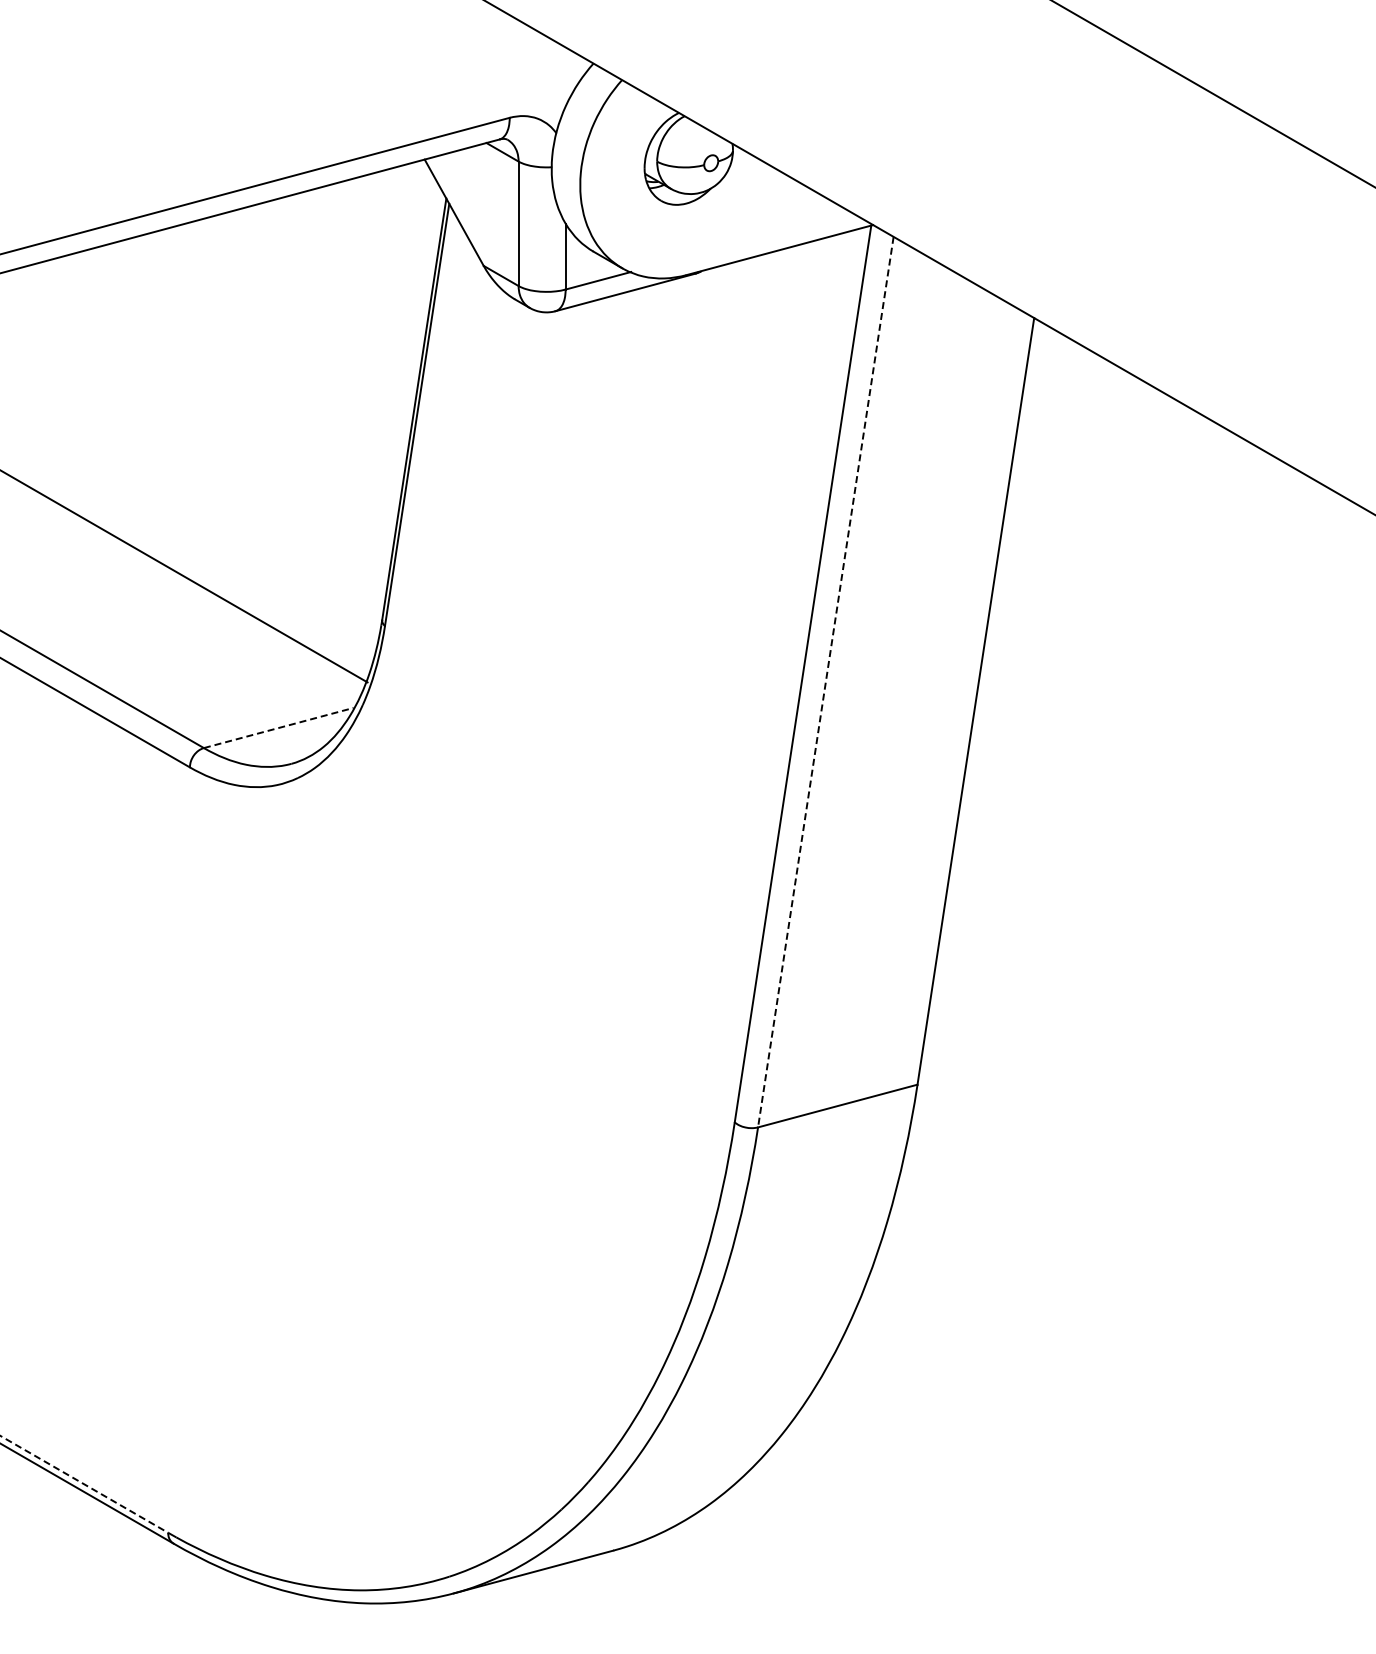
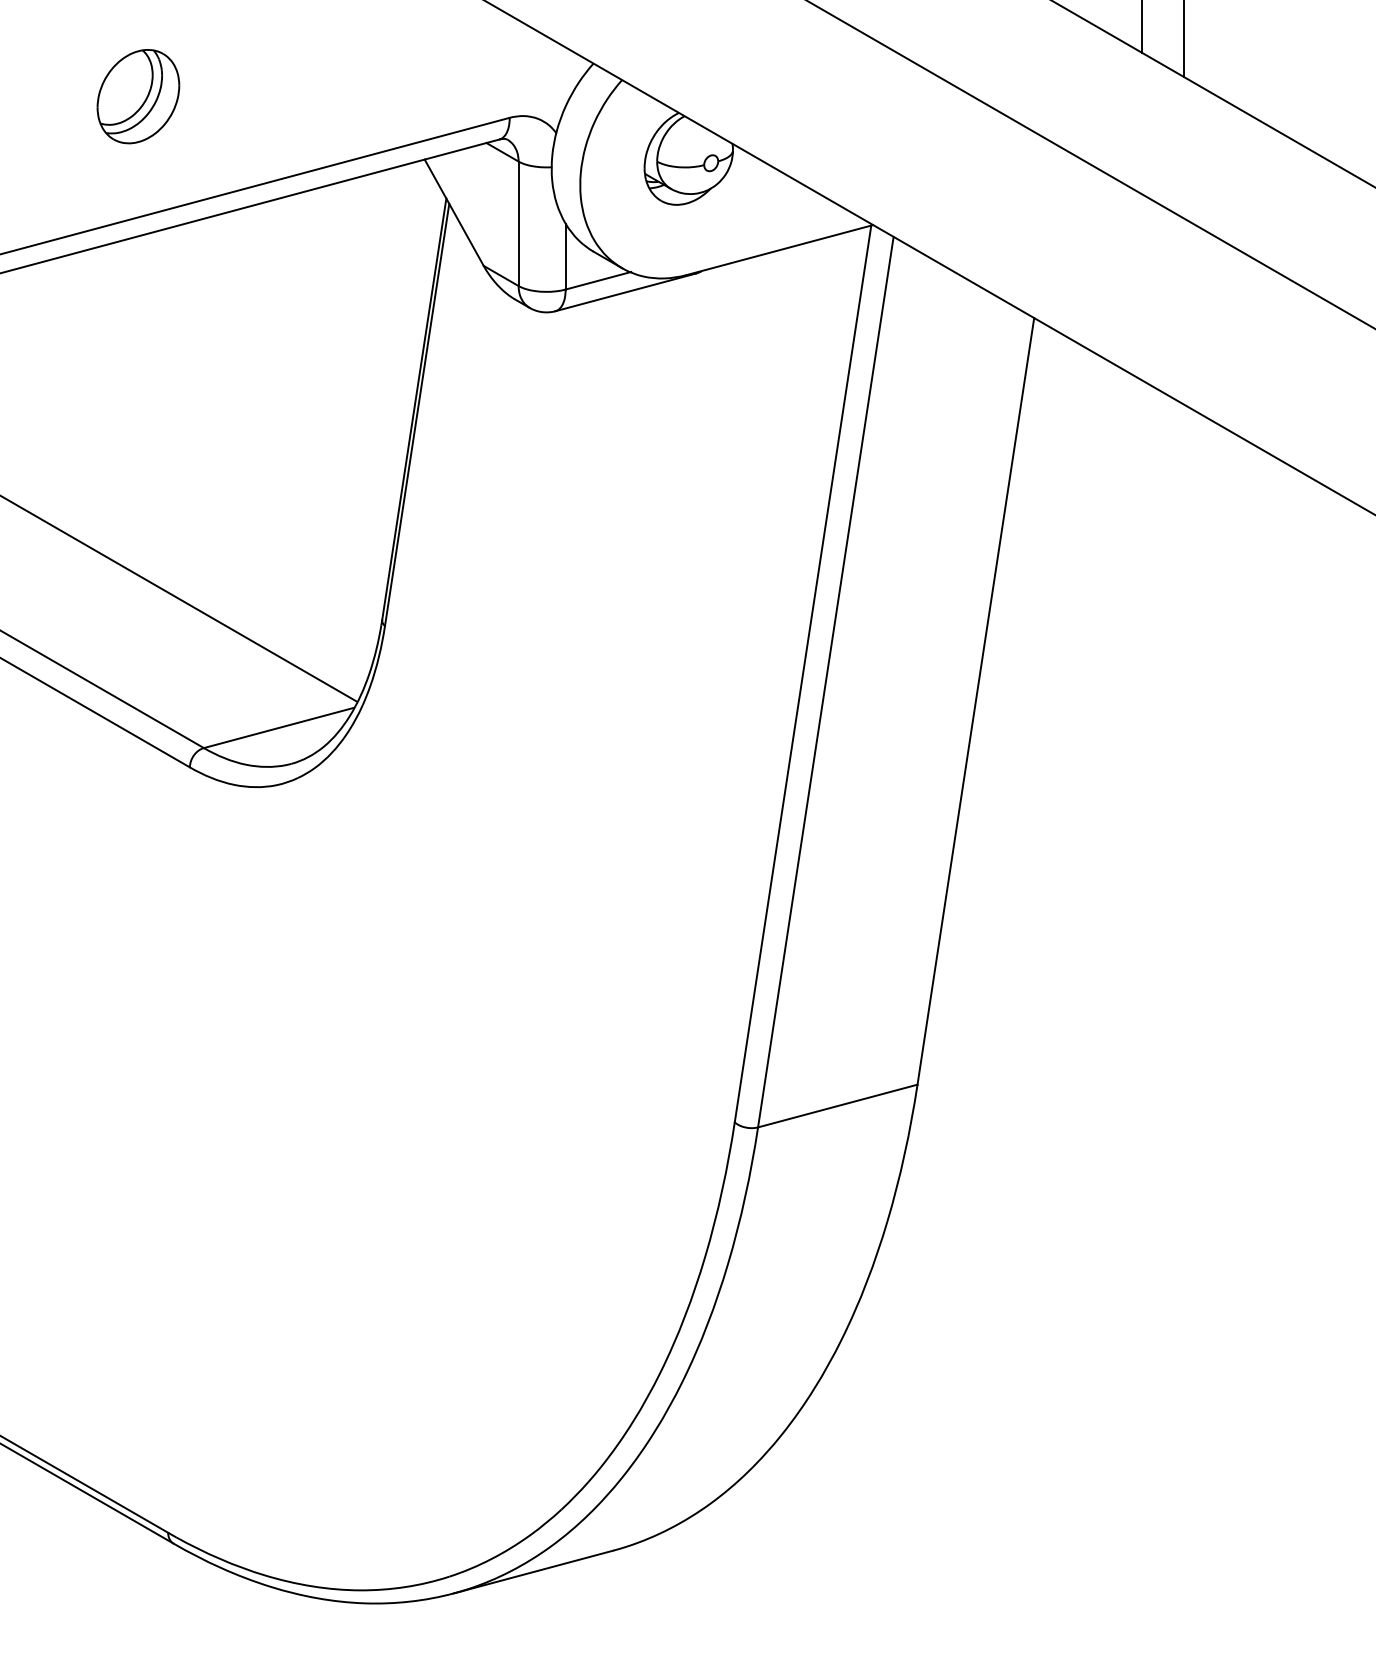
line at (1141, 27): none -> present
line at (1183, 39): none -> present
part at (138, 96): none -> present
line at (1090, 164): none -> present
line at (184, 576) position: (184, 576) -> (179, 598)
line at (825, 682): dashed -> solid
line at (279, 727): dashed -> solid
line at (84, 1484): dashed -> solid
